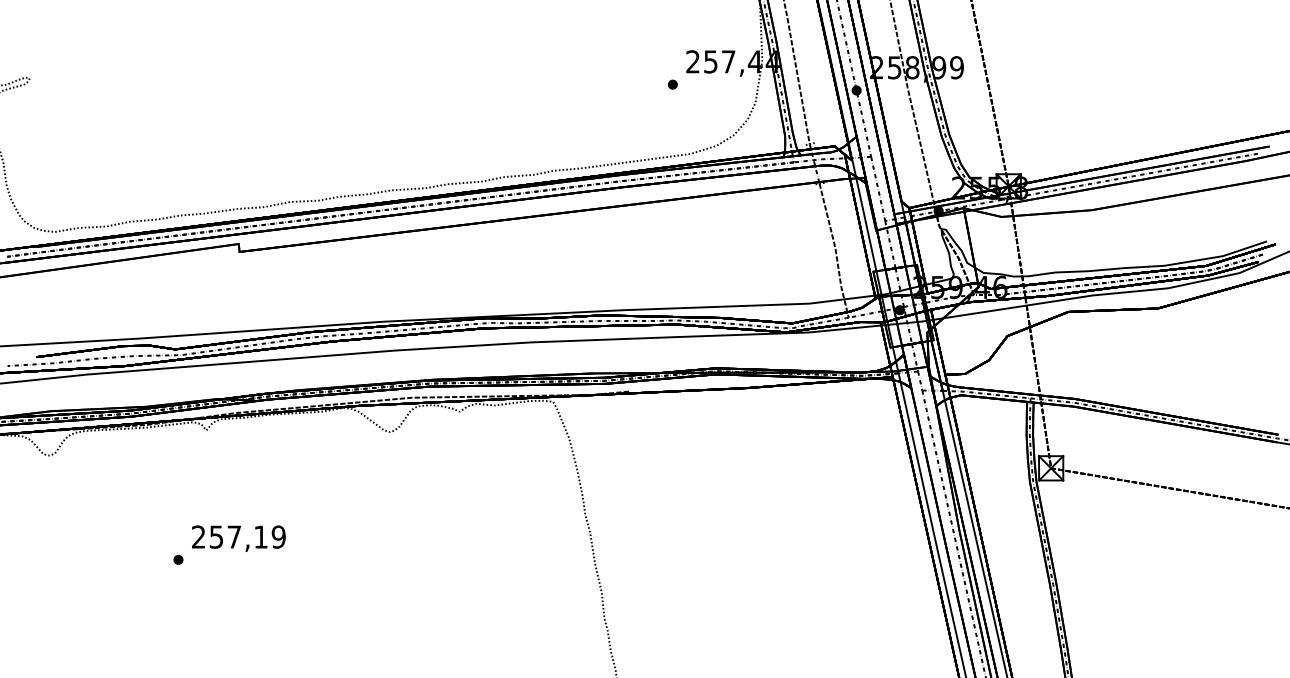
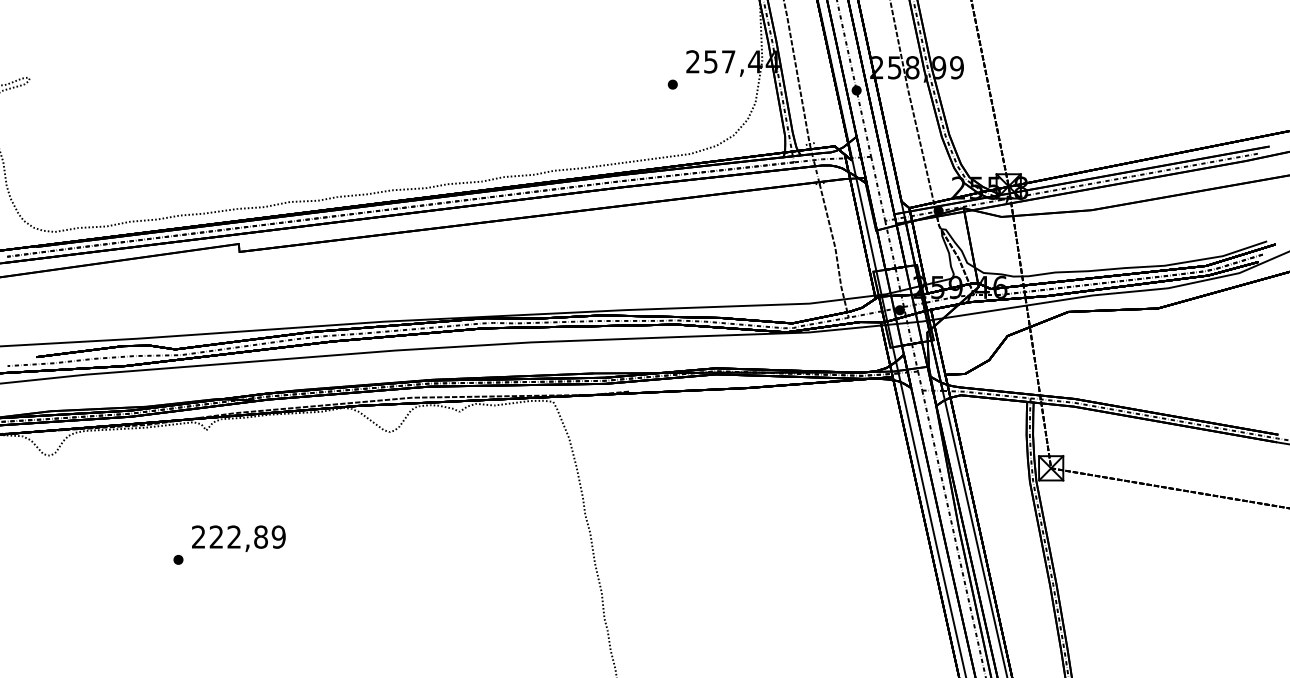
text at (238, 536): 257,19 -> 222,89
